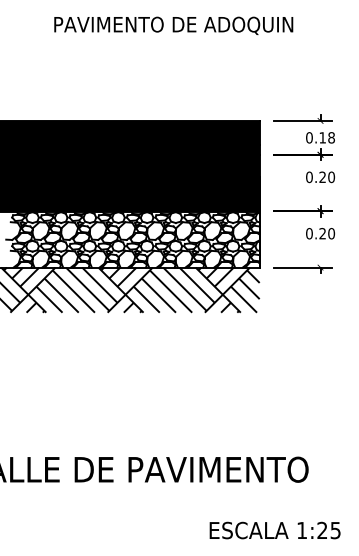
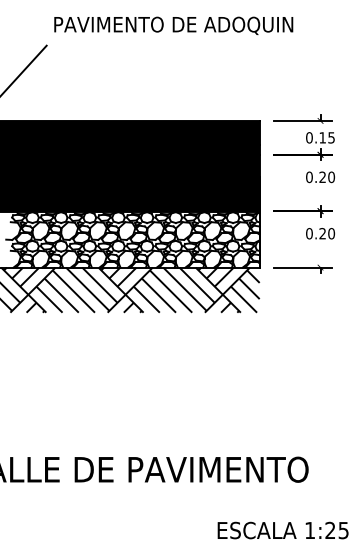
line at (24, 69): none -> present
text at (331, 137): 0.18 -> 0.15
text at (274, 530) position: (274, 530) -> (282, 530)
